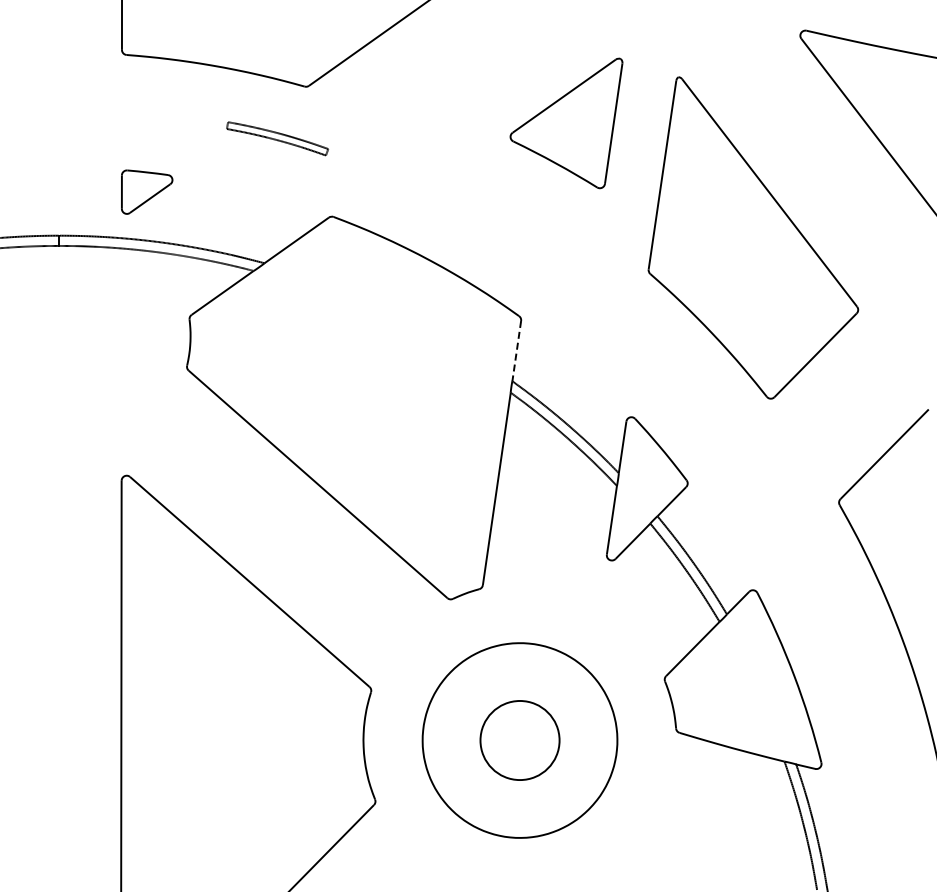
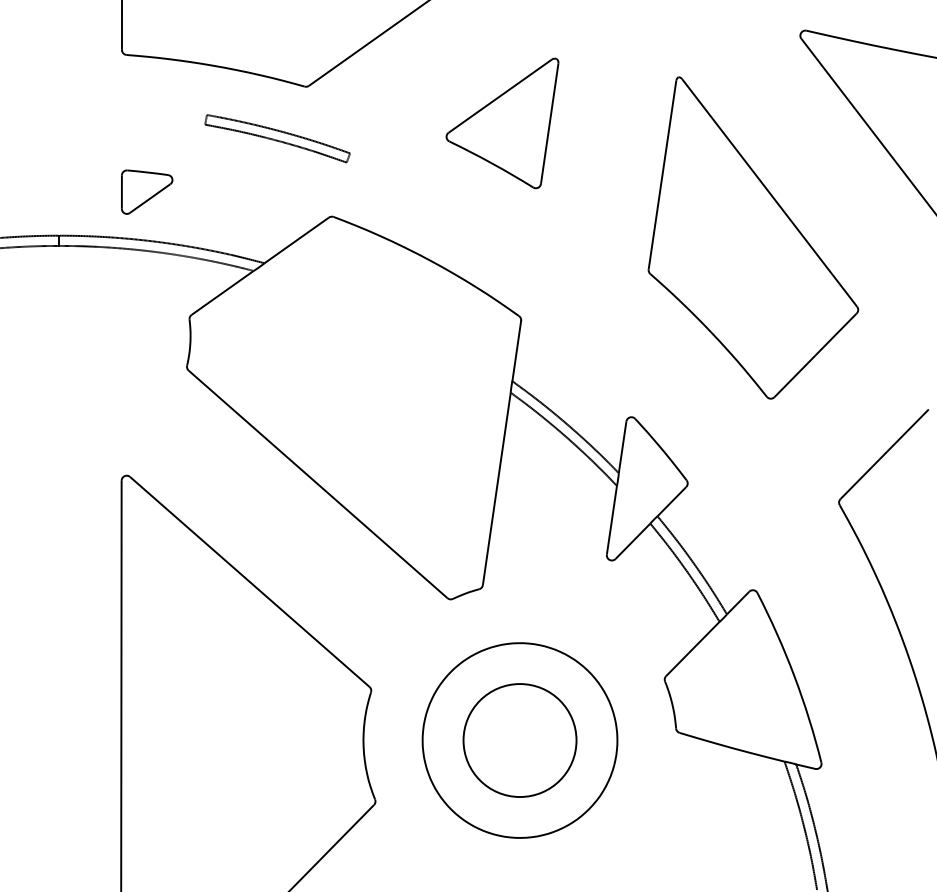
part at (566, 123) position: (566, 123) -> (502, 123)
part at (277, 138) size: 104x36 px -> 147x50 px
line at (516, 351): dashed -> solid
circle at (519, 740) diameter: 79 px -> 113 px
